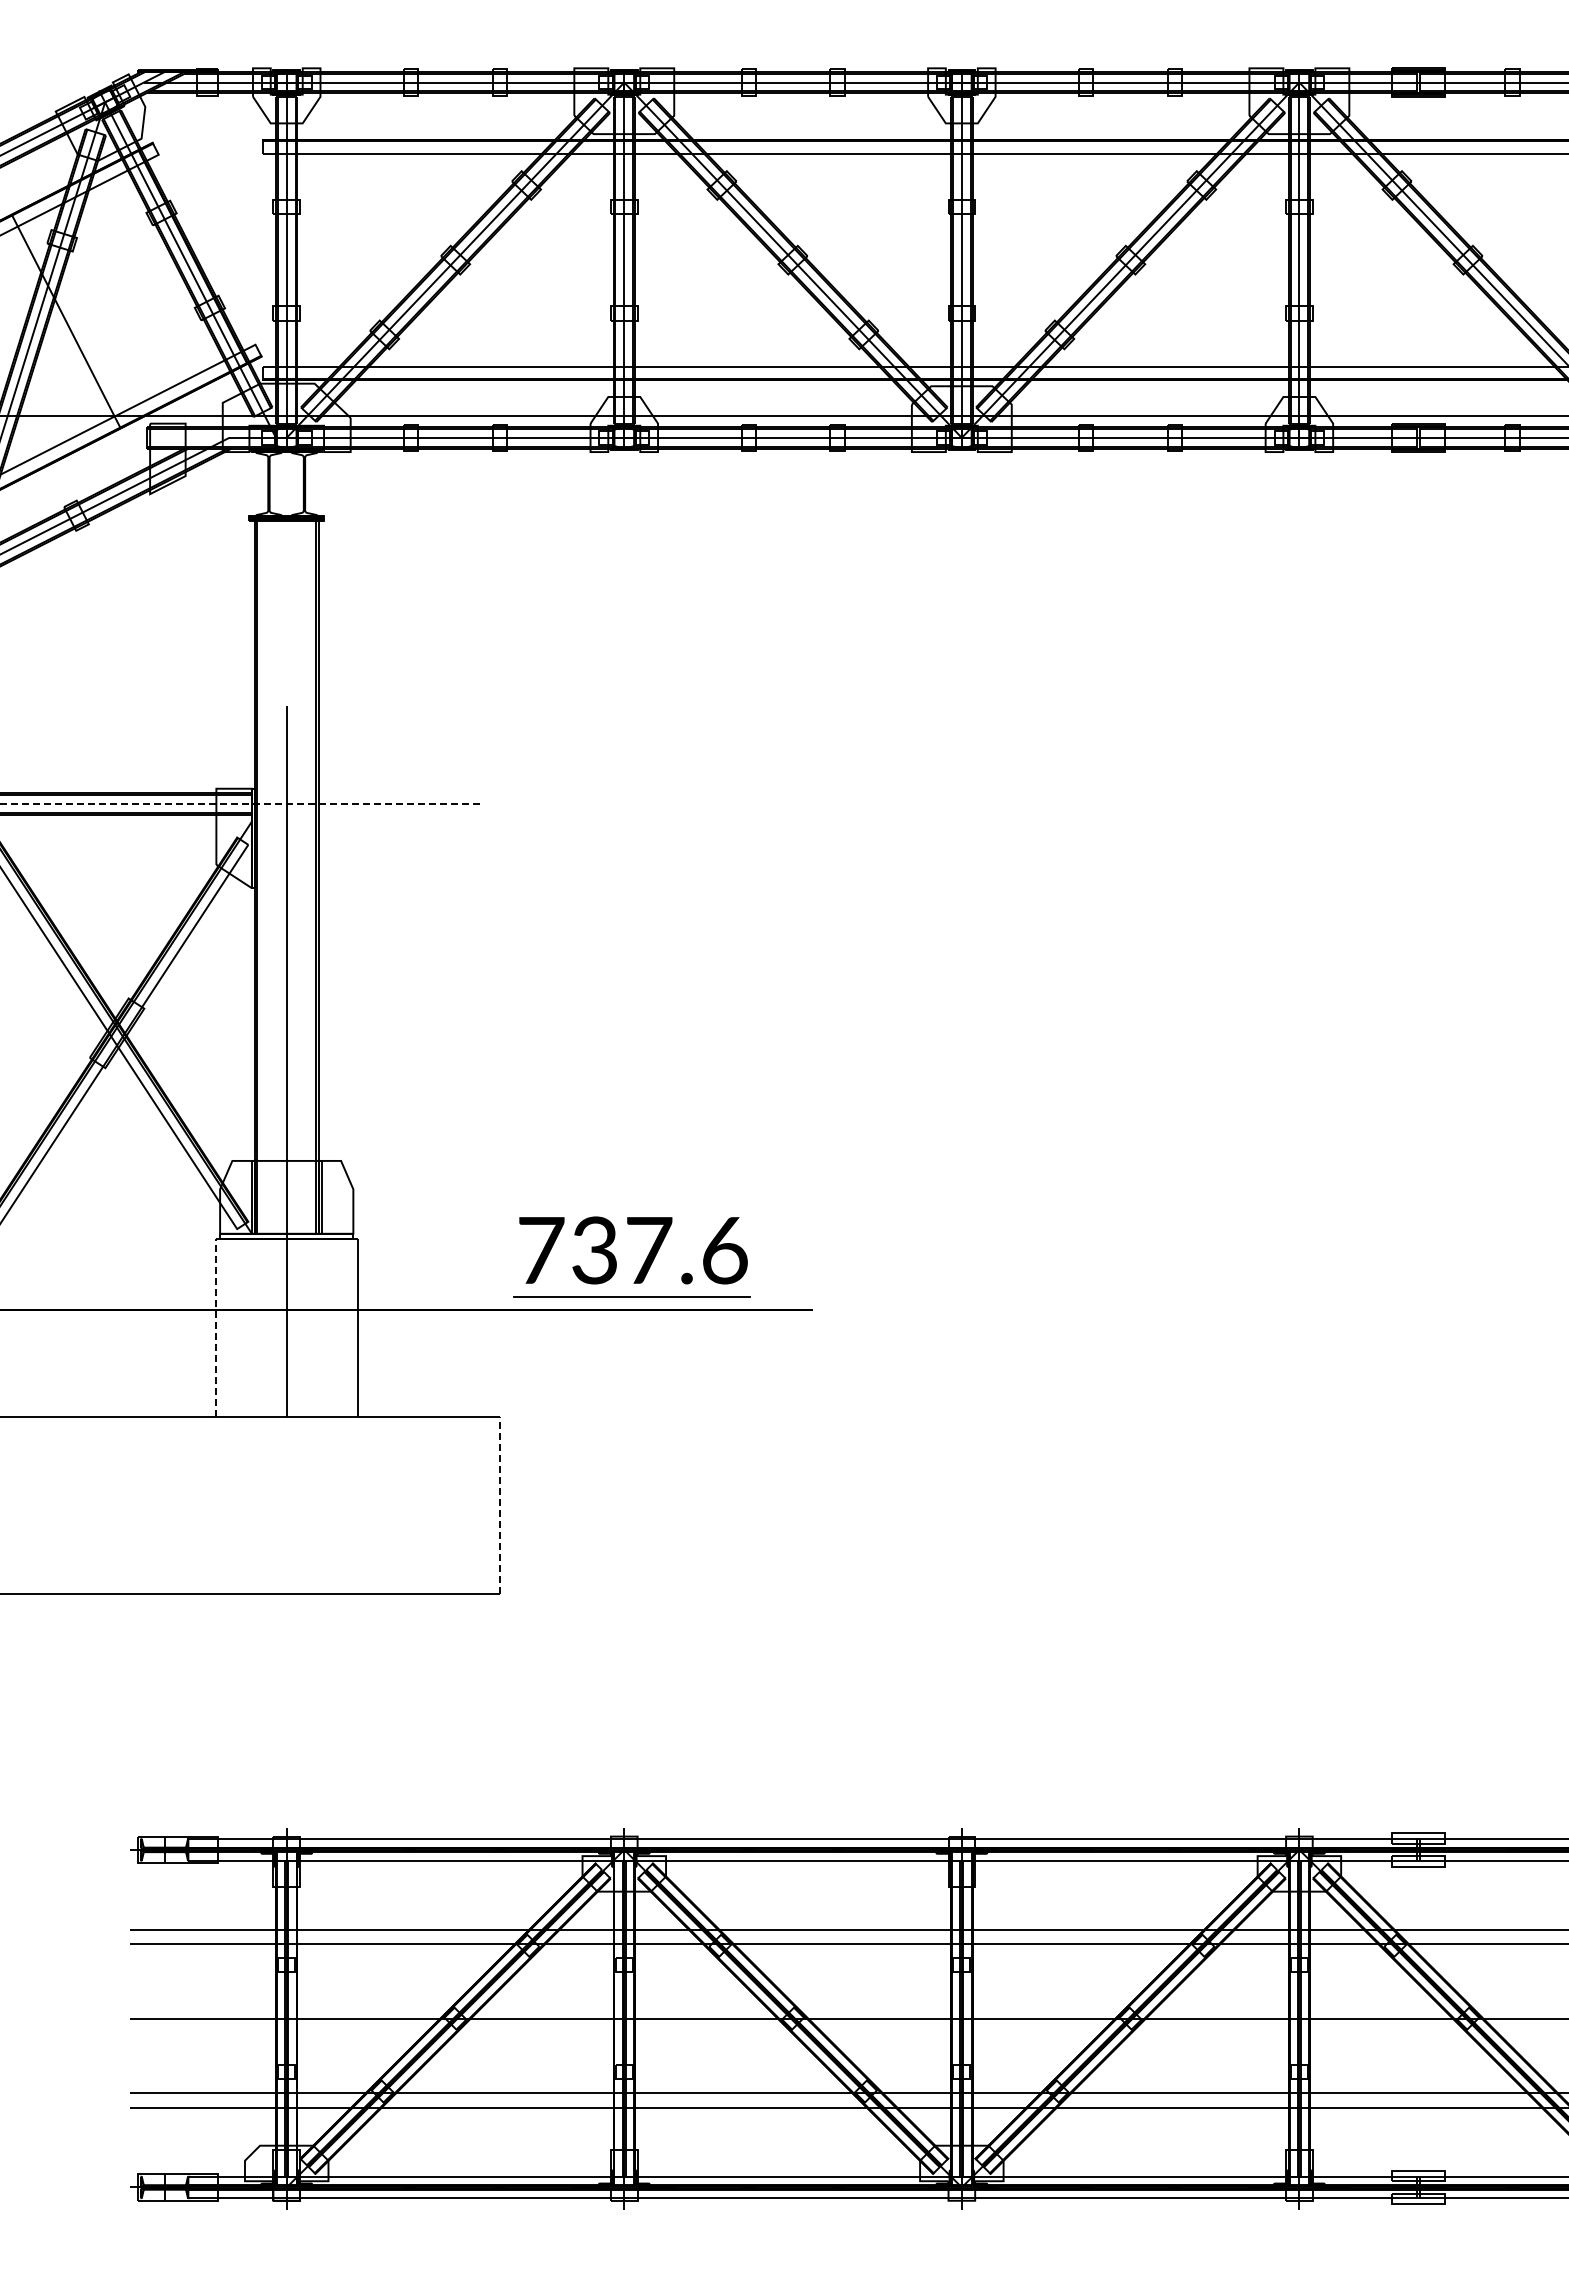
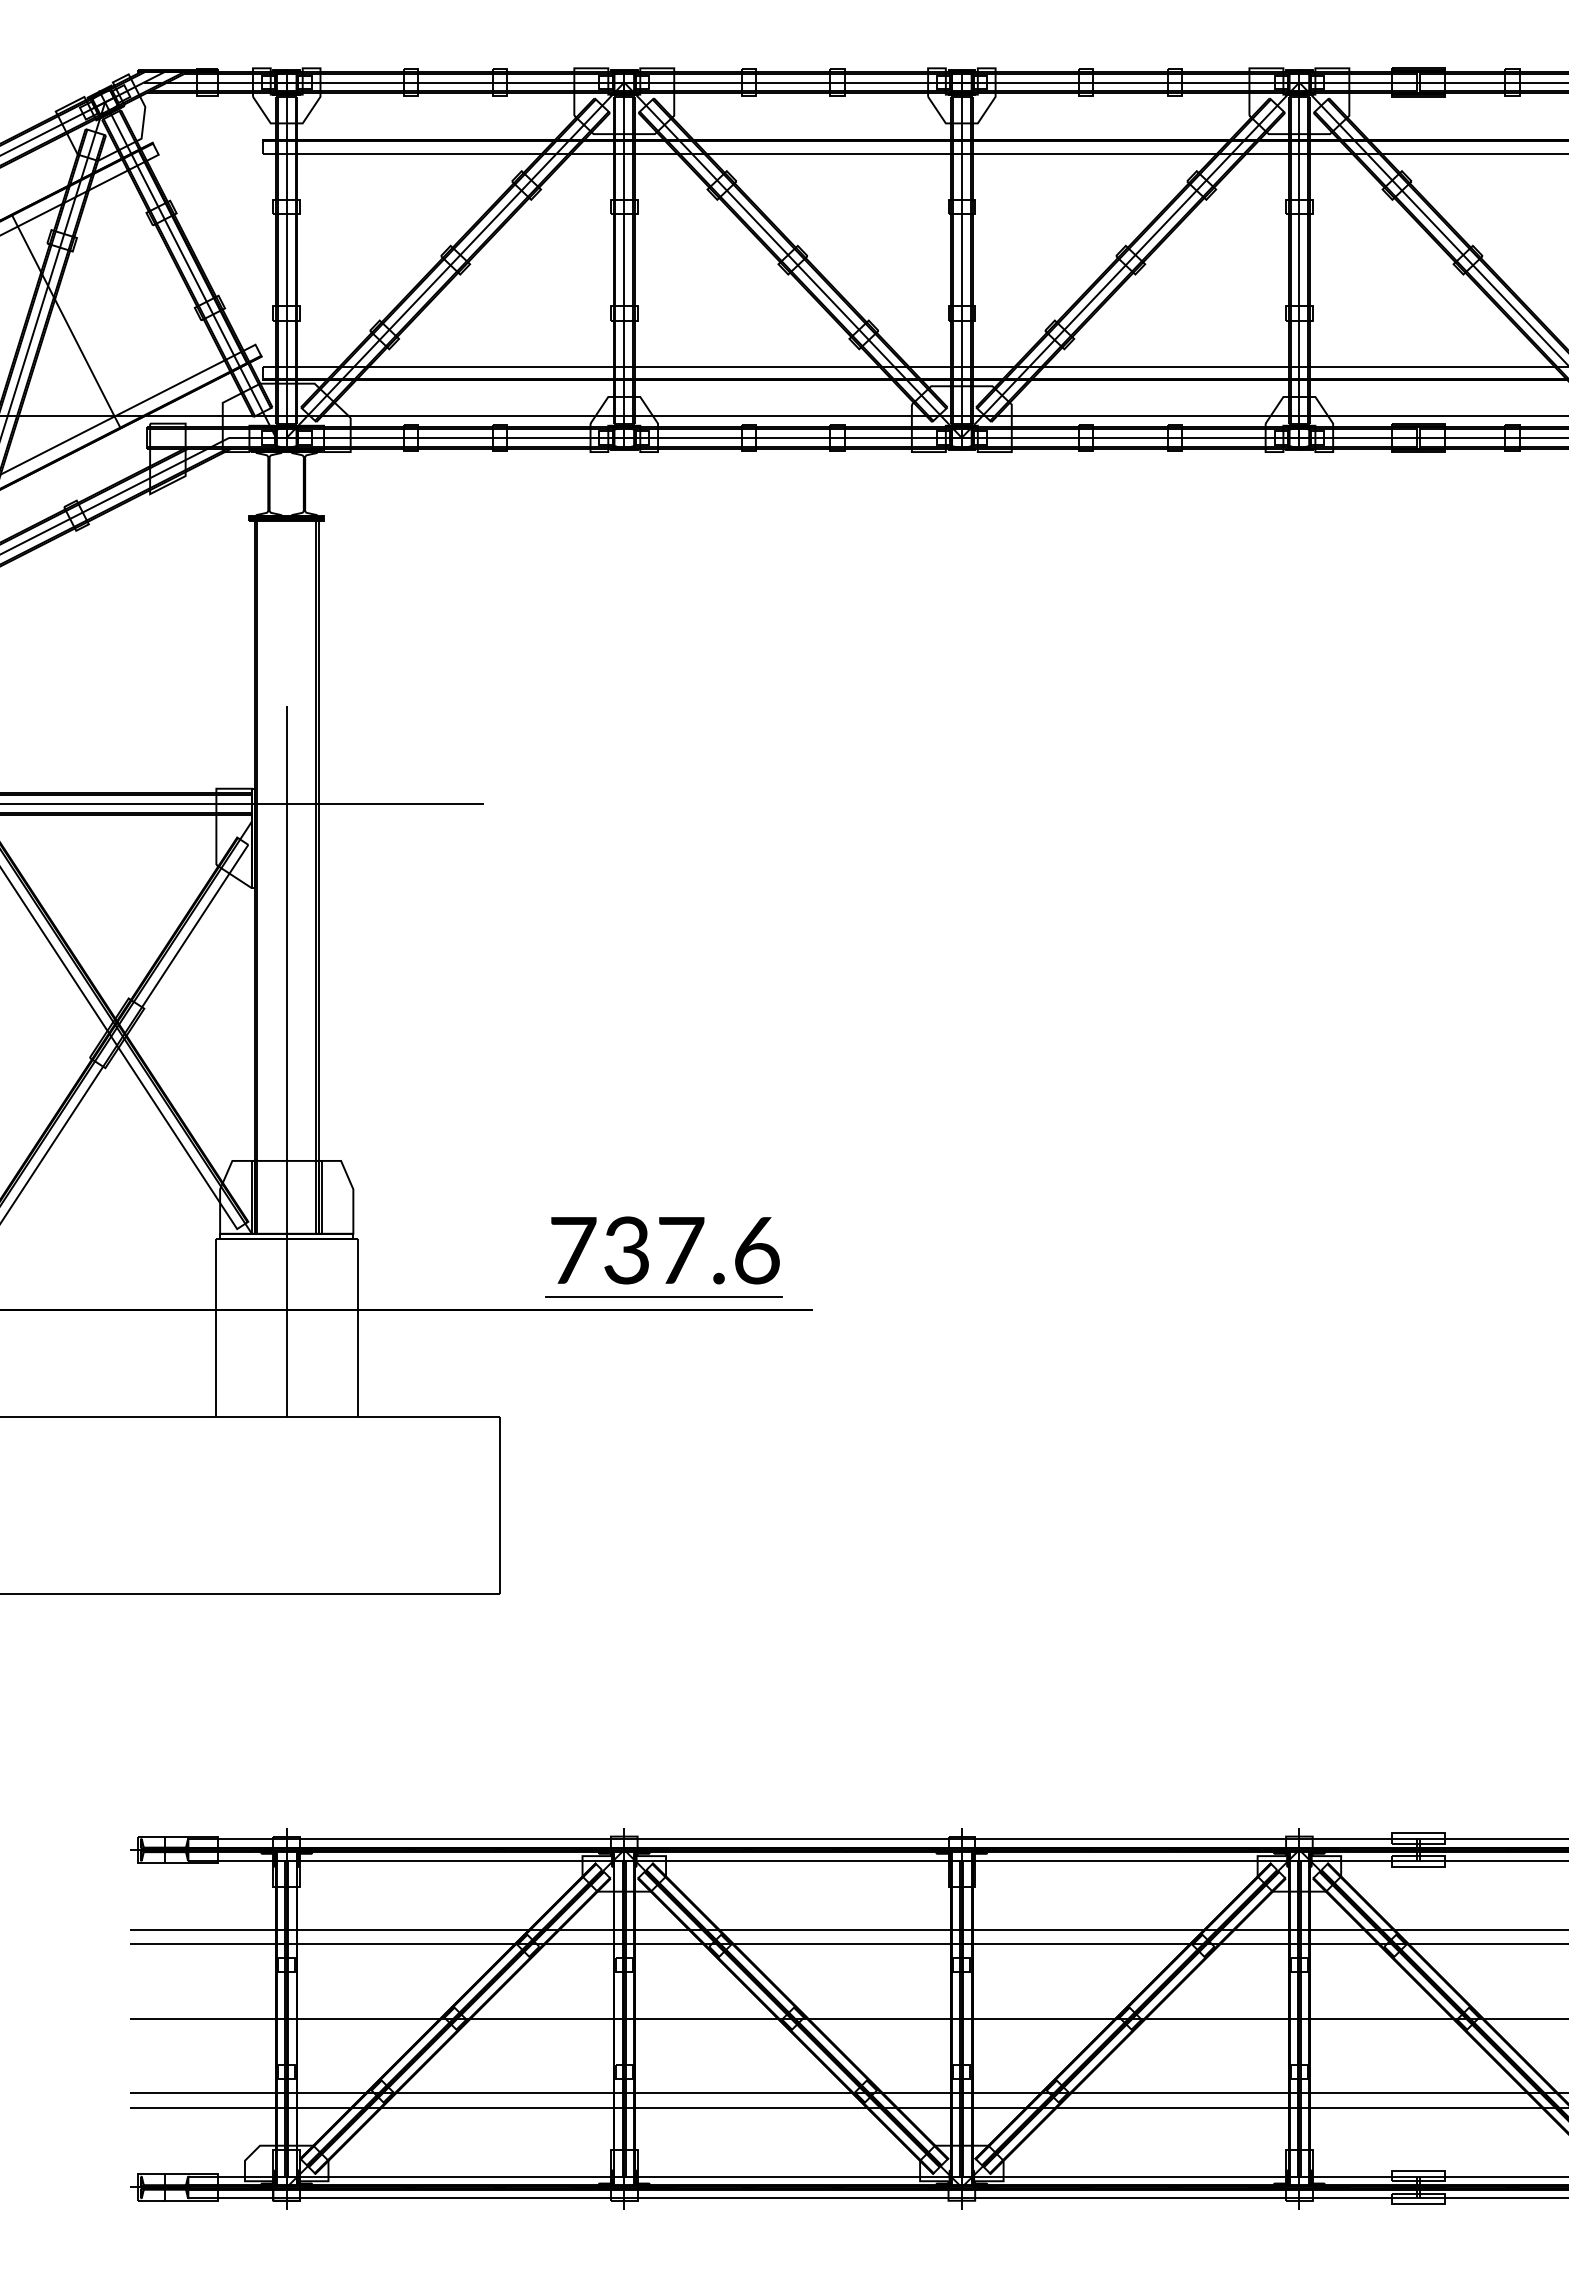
line at (242, 803): dashed -> solid
part at (643, 1263) position: (643, 1263) -> (675, 1263)
line at (215, 1327): dashed -> solid
line at (499, 1505): dashed -> solid
